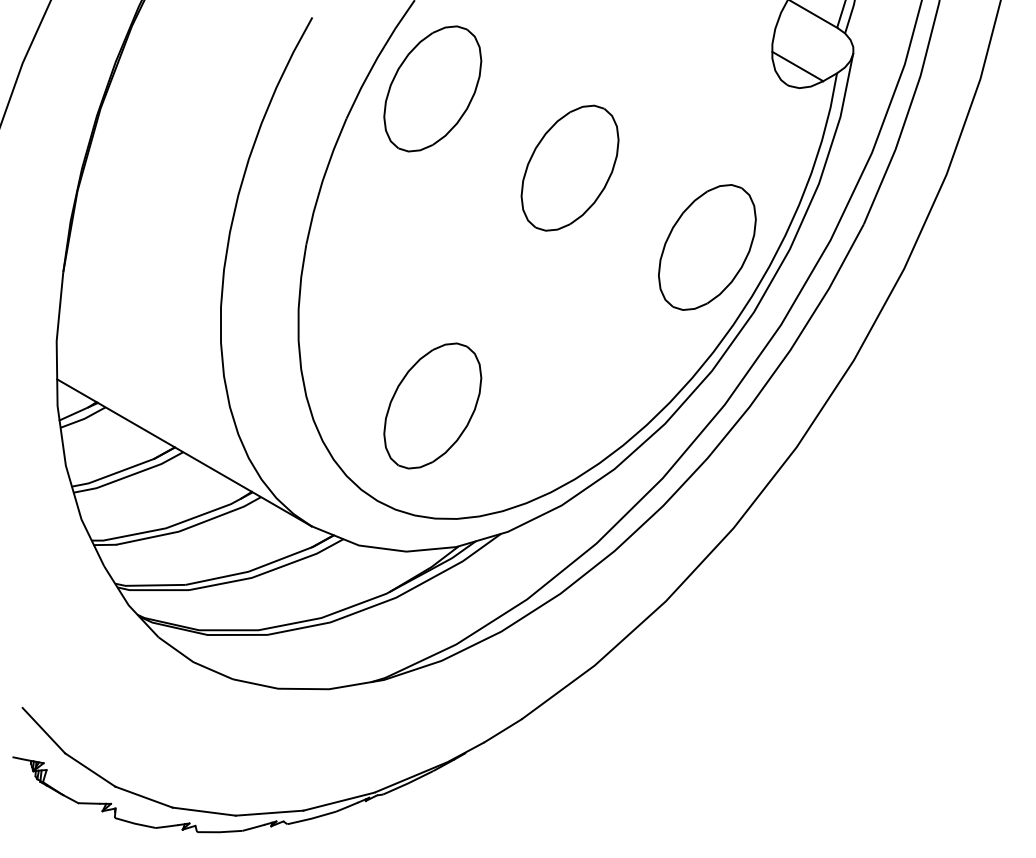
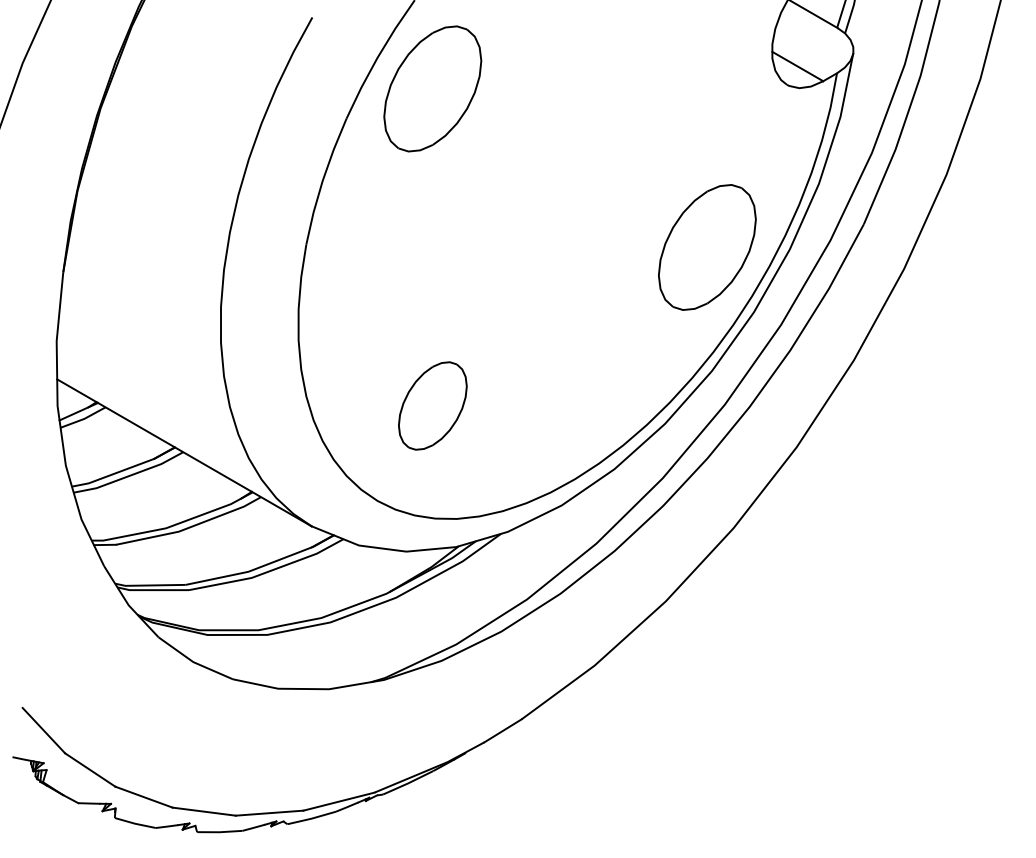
part at (569, 167): present -> none
part at (432, 405) size: 100x128 px -> 70x90 px
